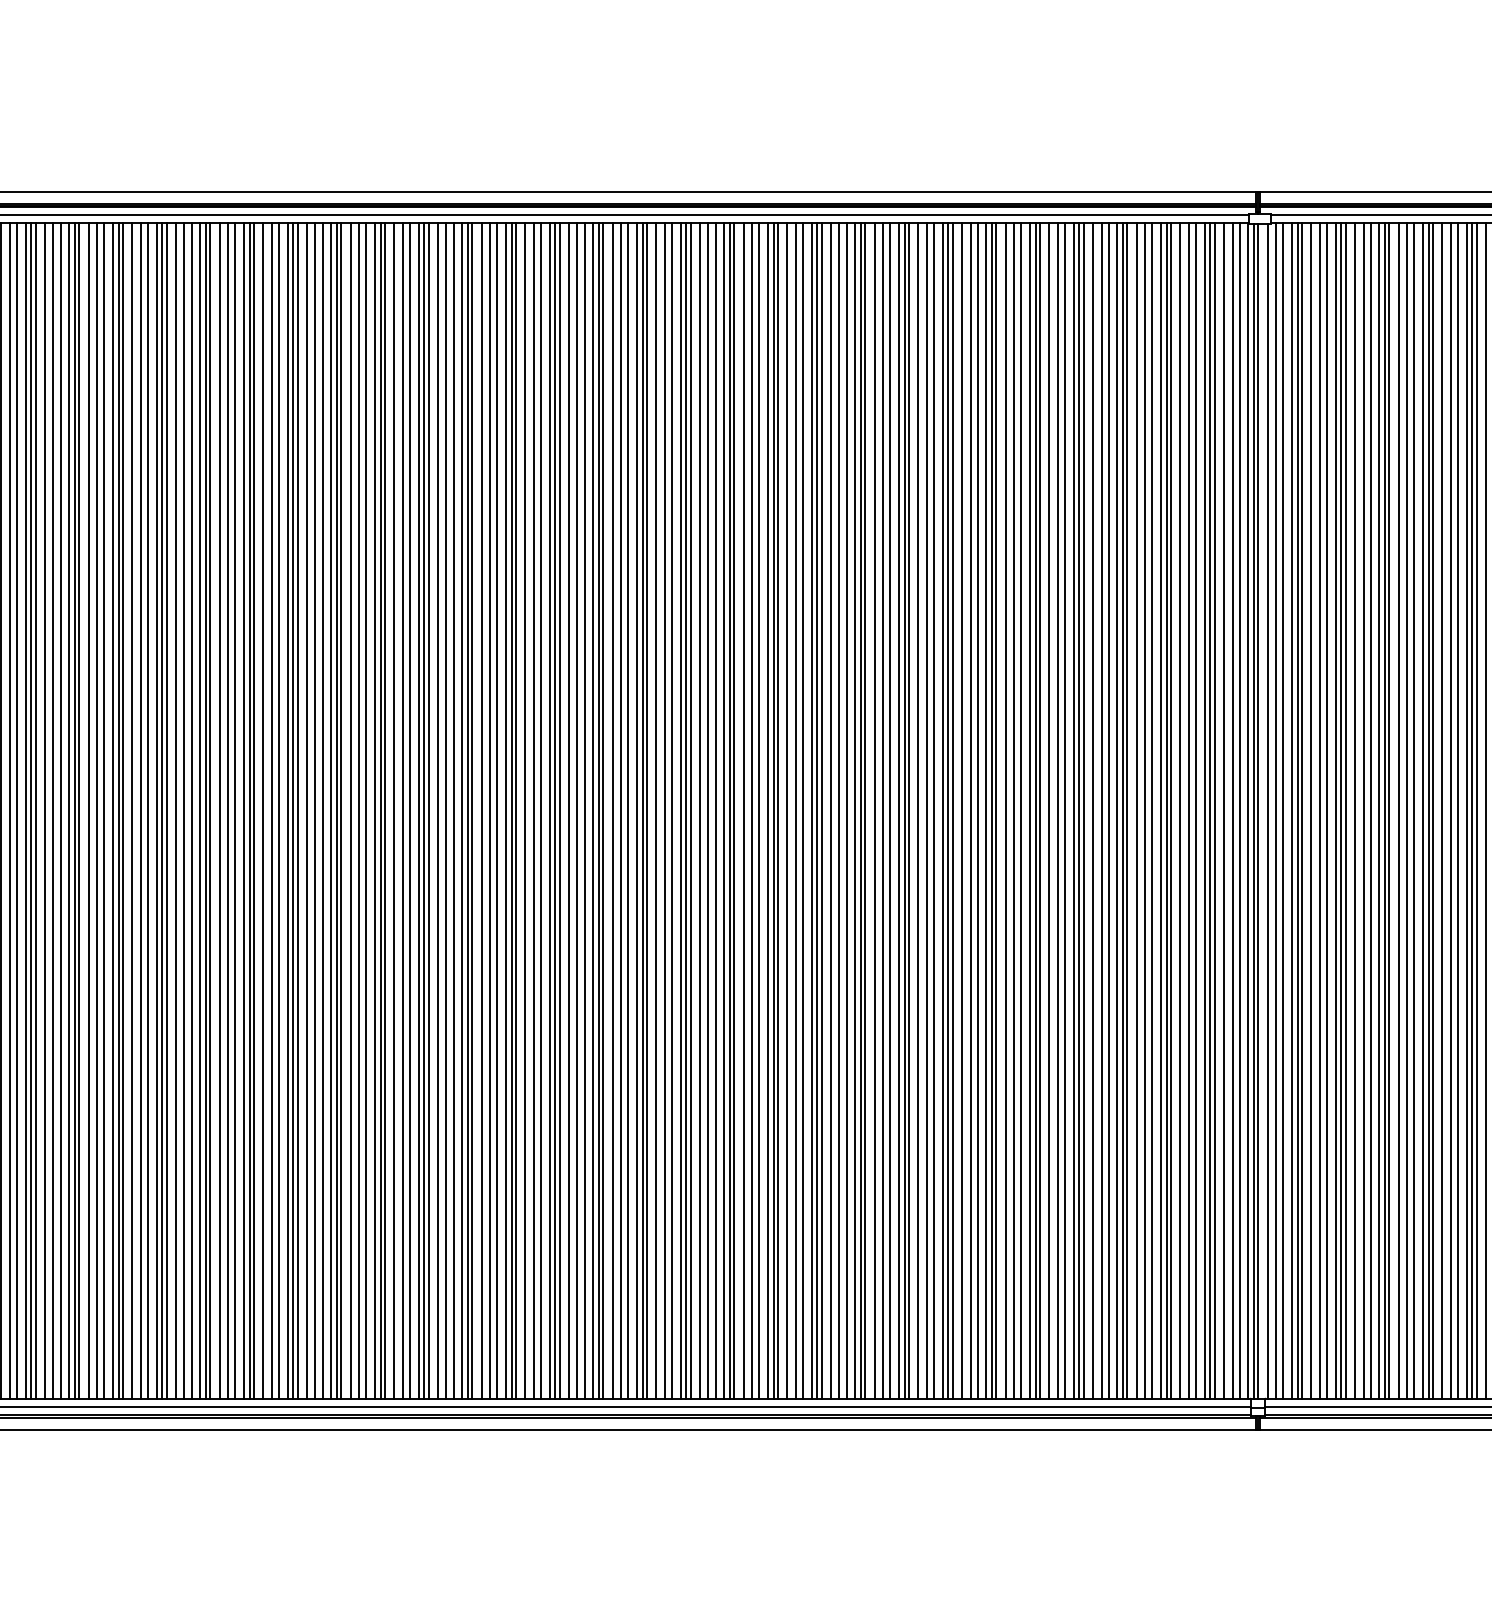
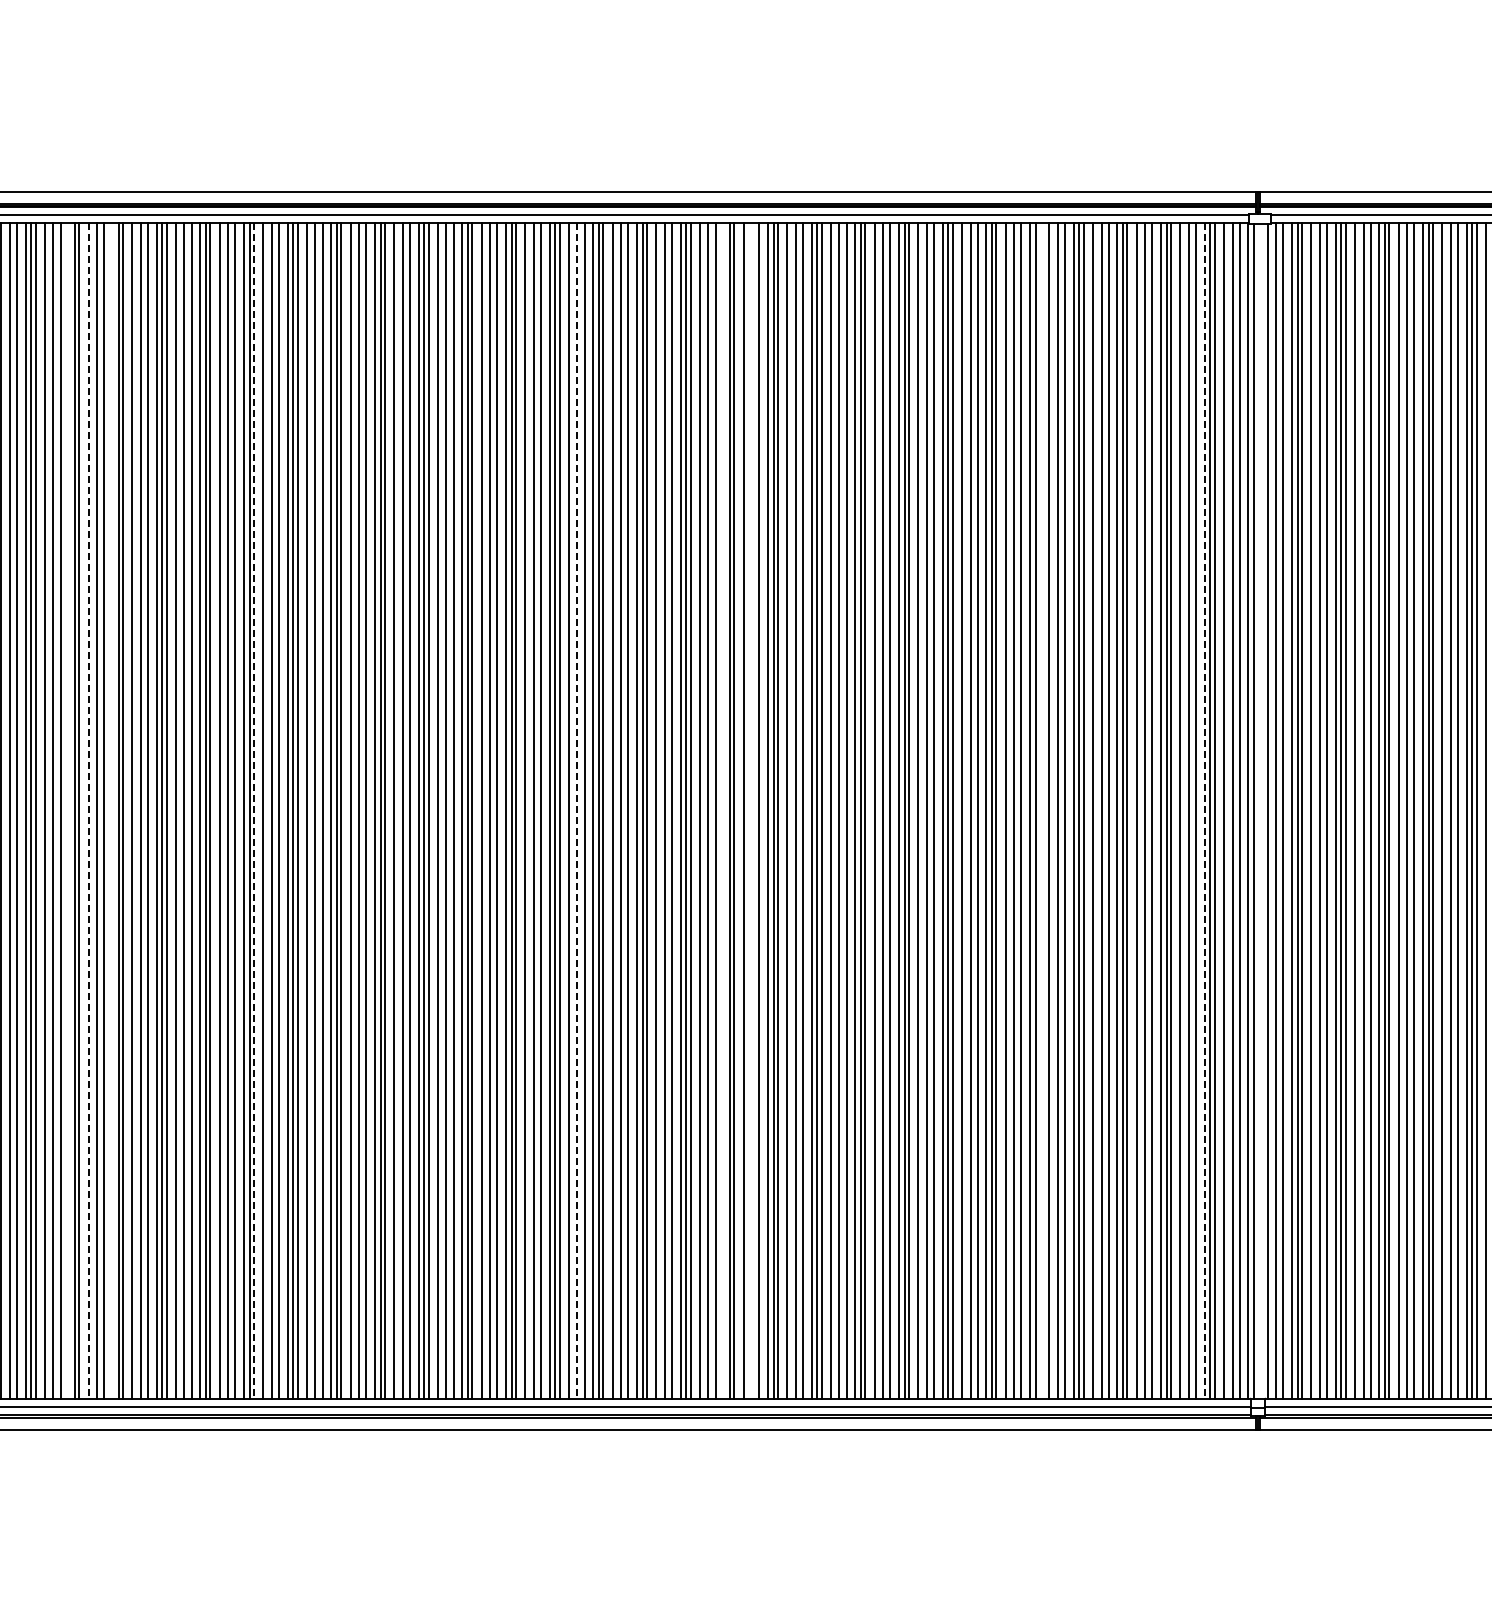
line at (69, 810): present -> none
line at (112, 810): present -> none
line at (724, 810): present -> none
line at (752, 810): present -> none
line at (1040, 810): present -> none
line at (1258, 810): present -> none
line at (88, 811): solid -> dashed
line at (254, 811): solid -> dashed
line at (577, 811): solid -> dashed
line at (1204, 811): solid -> dashed
